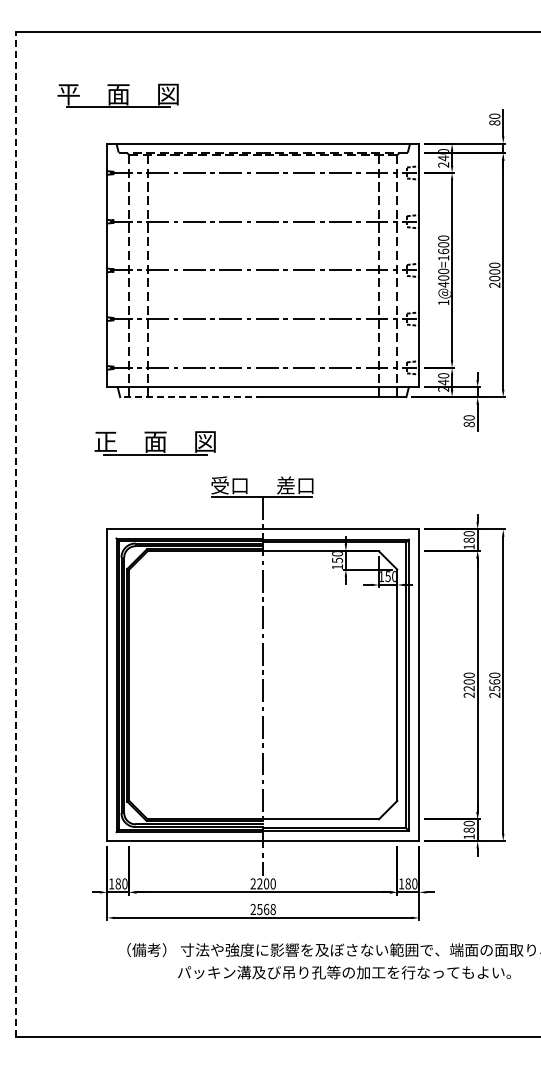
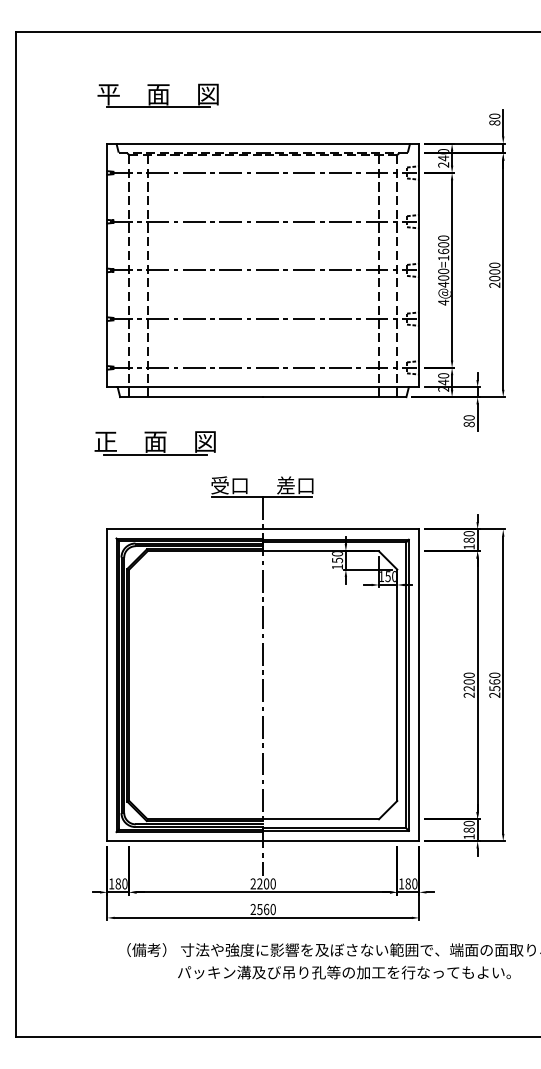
part at (117, 95) position: (117, 95) -> (157, 95)
text at (443, 302): 1@400=1600 -> 4@400=1600
line at (191, 397): dashed -> solid
line at (16, 534): dashed -> solid
text at (272, 909): 2568 -> 2560
